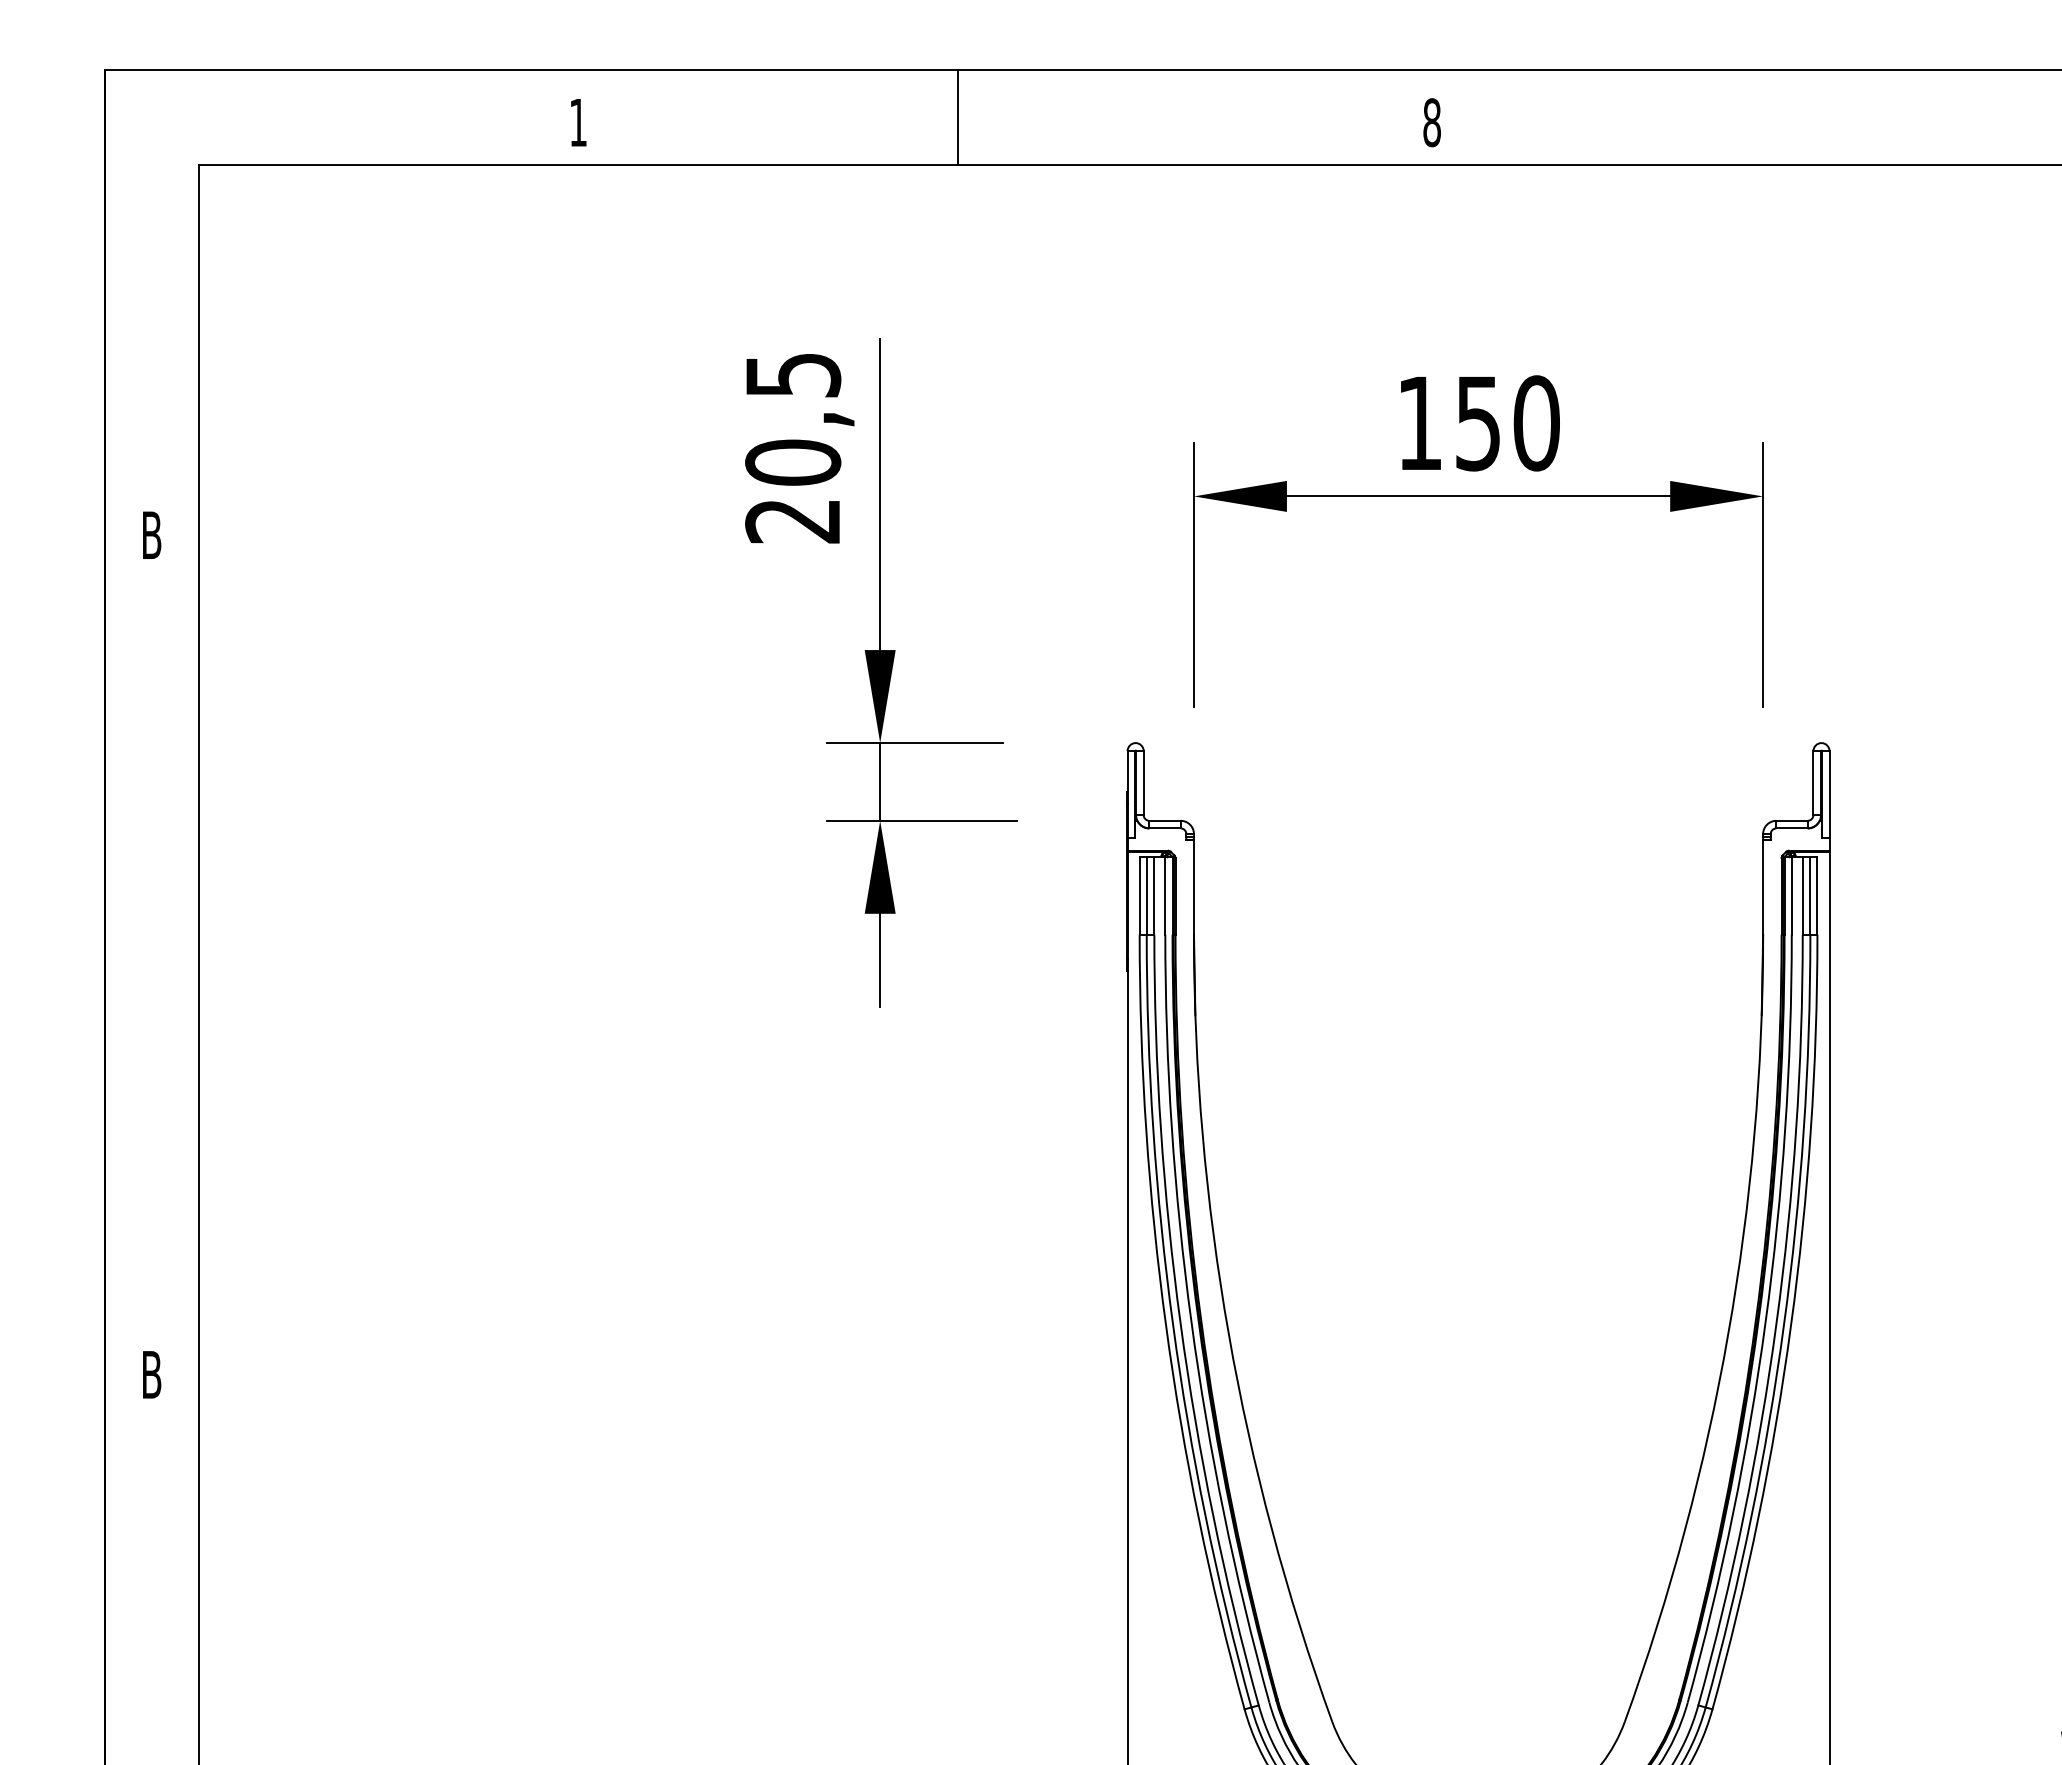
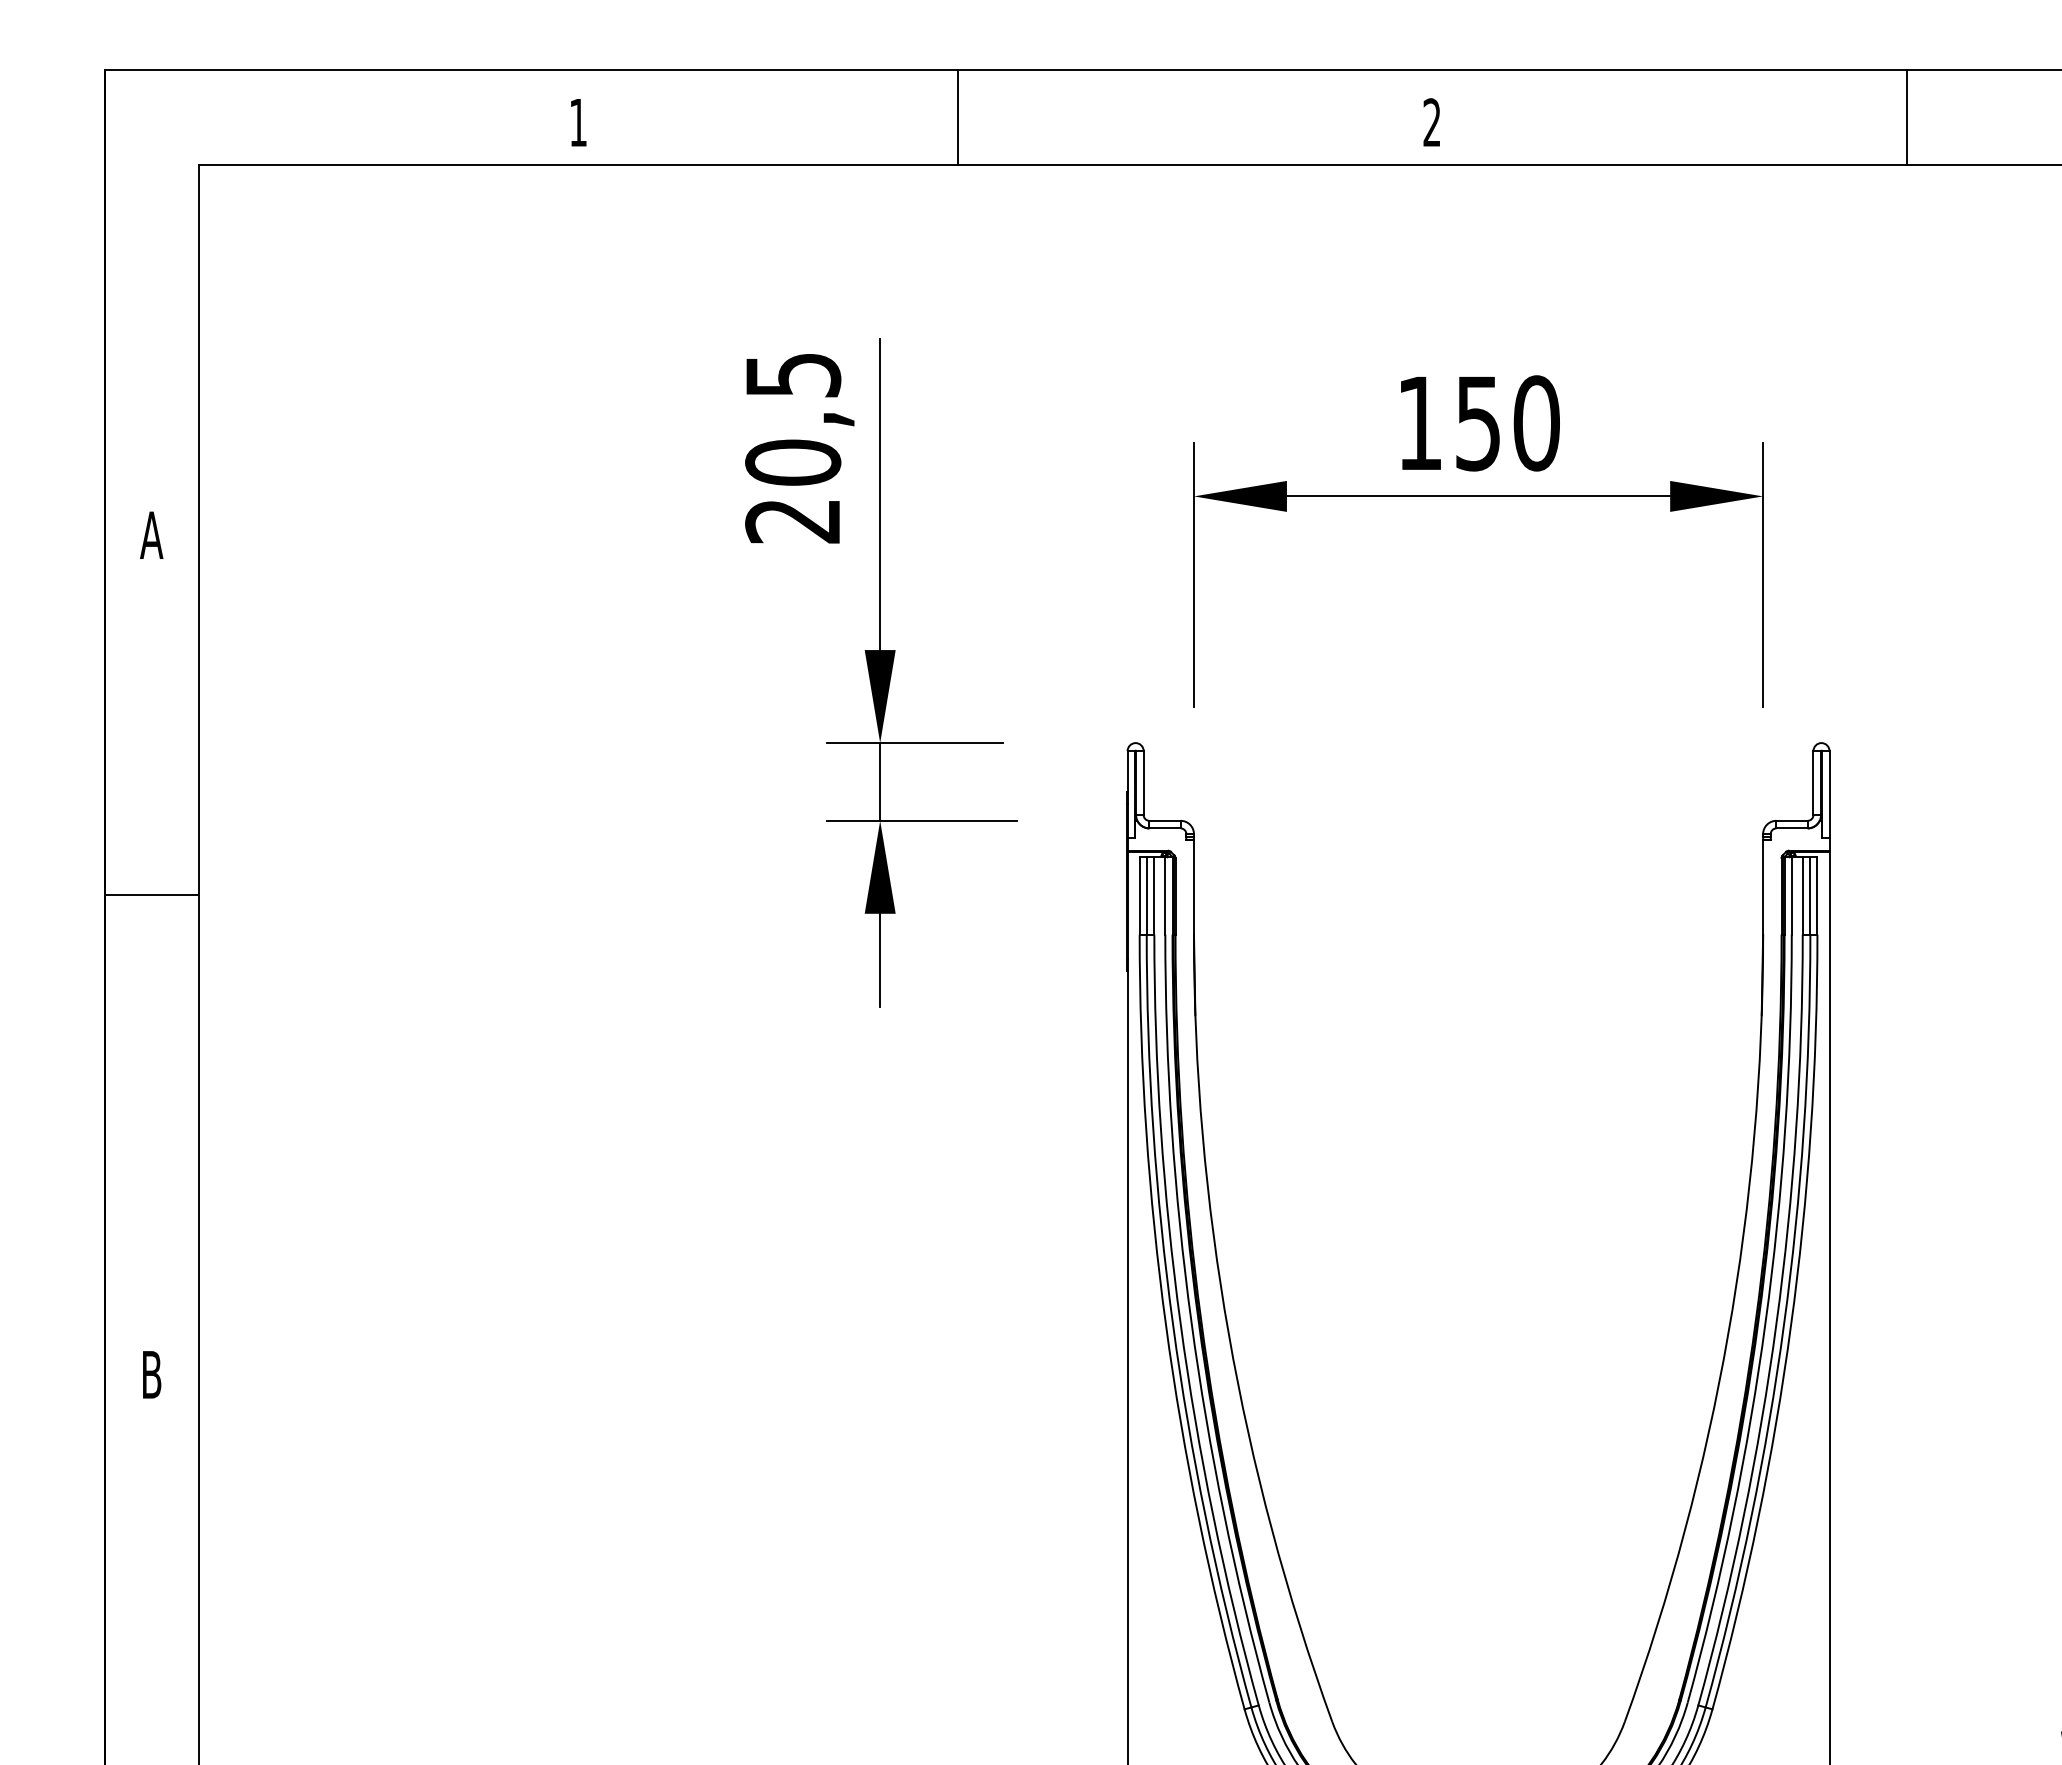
line at (1906, 117): none -> present
text at (1431, 122): 8 -> 2
text at (151, 534): B -> A
line at (151, 895): none -> present
